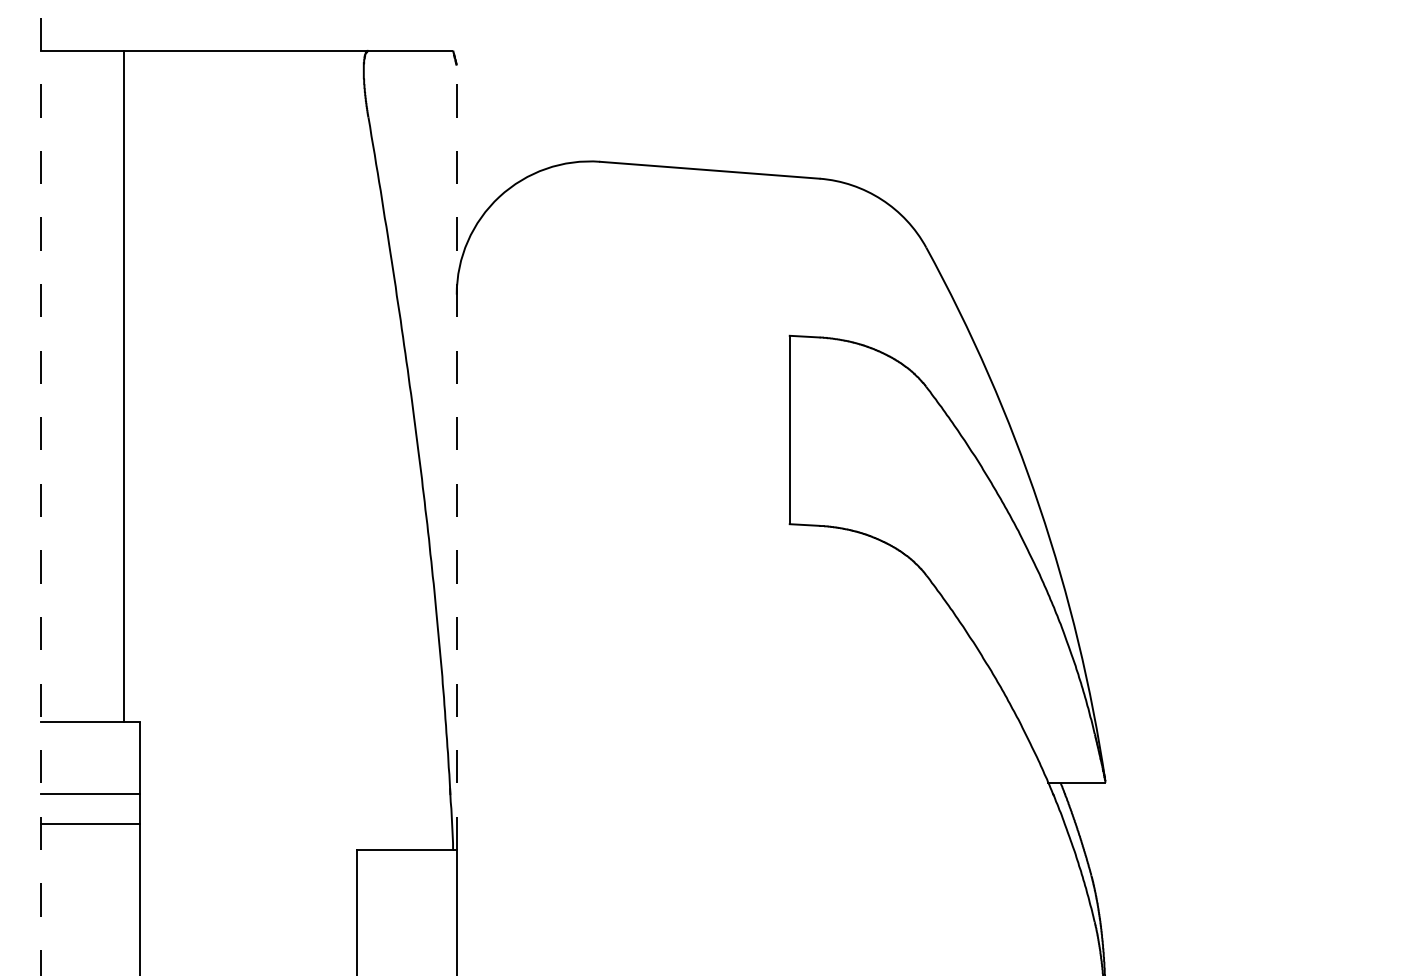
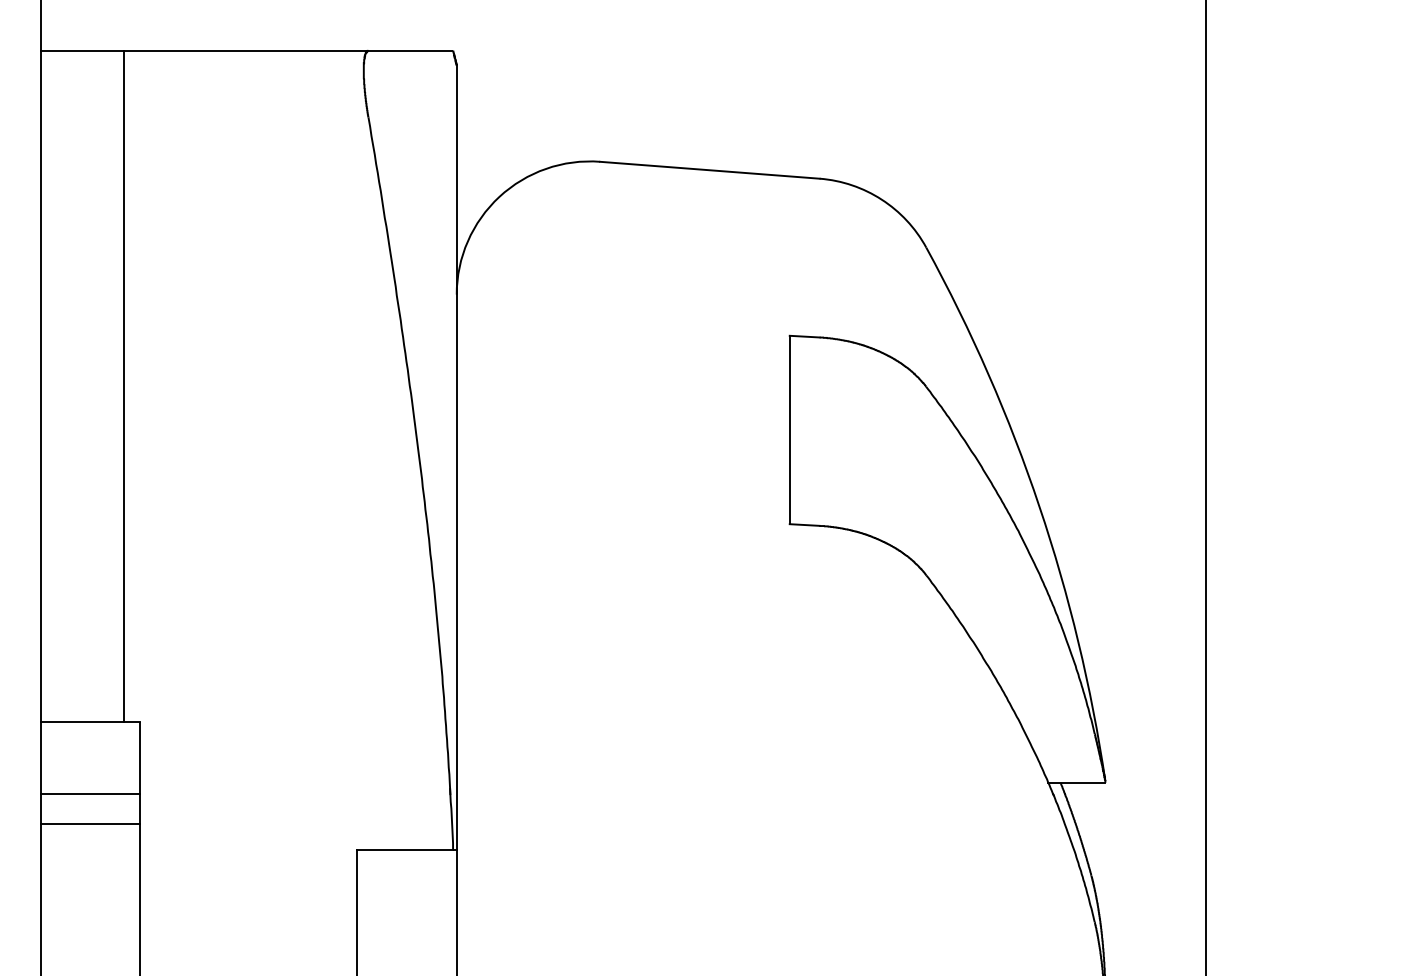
line at (456, 457): dashed -> solid
line at (40, 487): dashed -> solid
line at (1206, 487): none -> present
